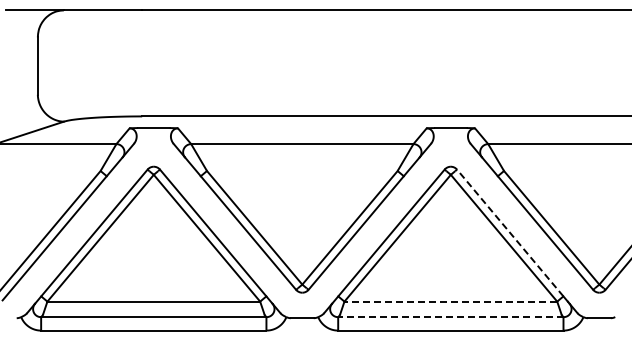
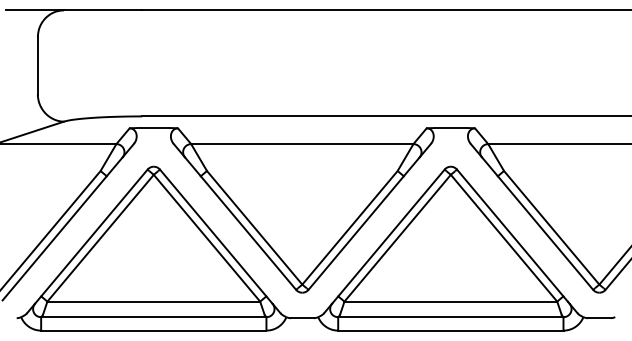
line at (510, 233): dashed -> solid
line at (450, 301): dashed -> solid
line at (450, 317): dashed -> solid
